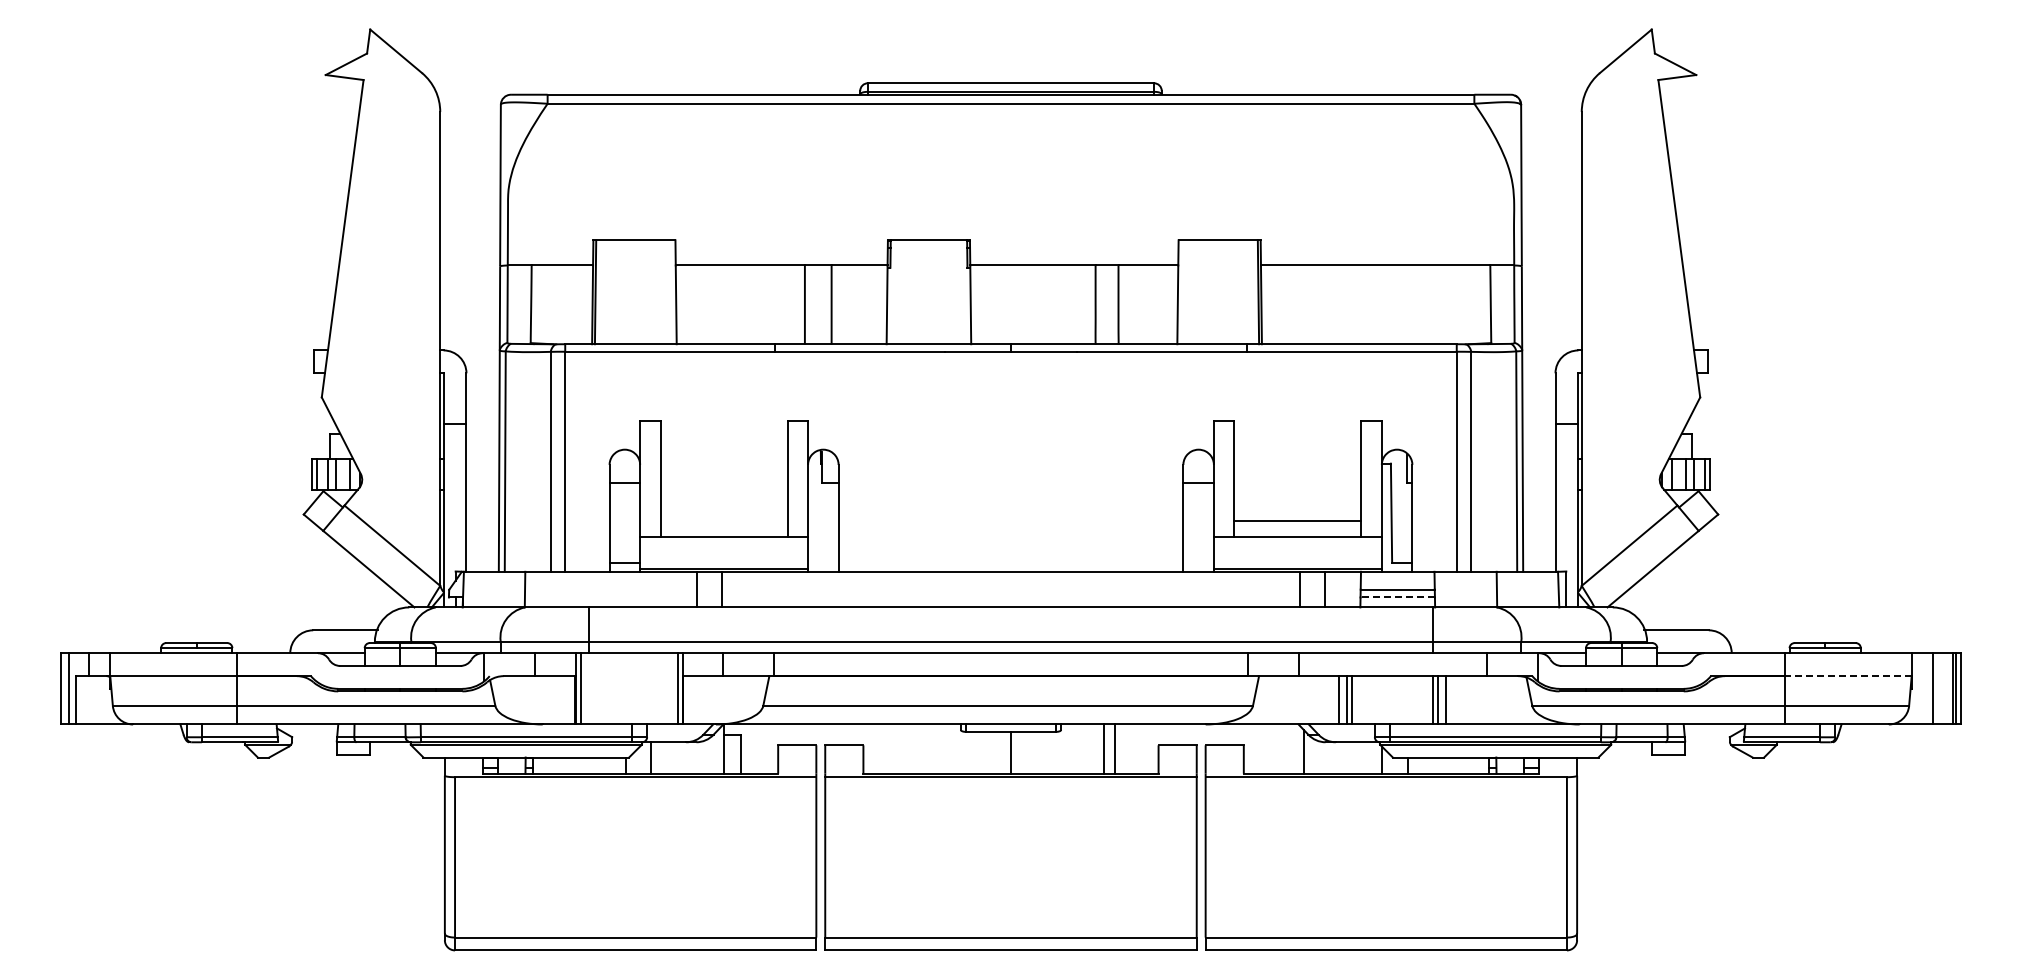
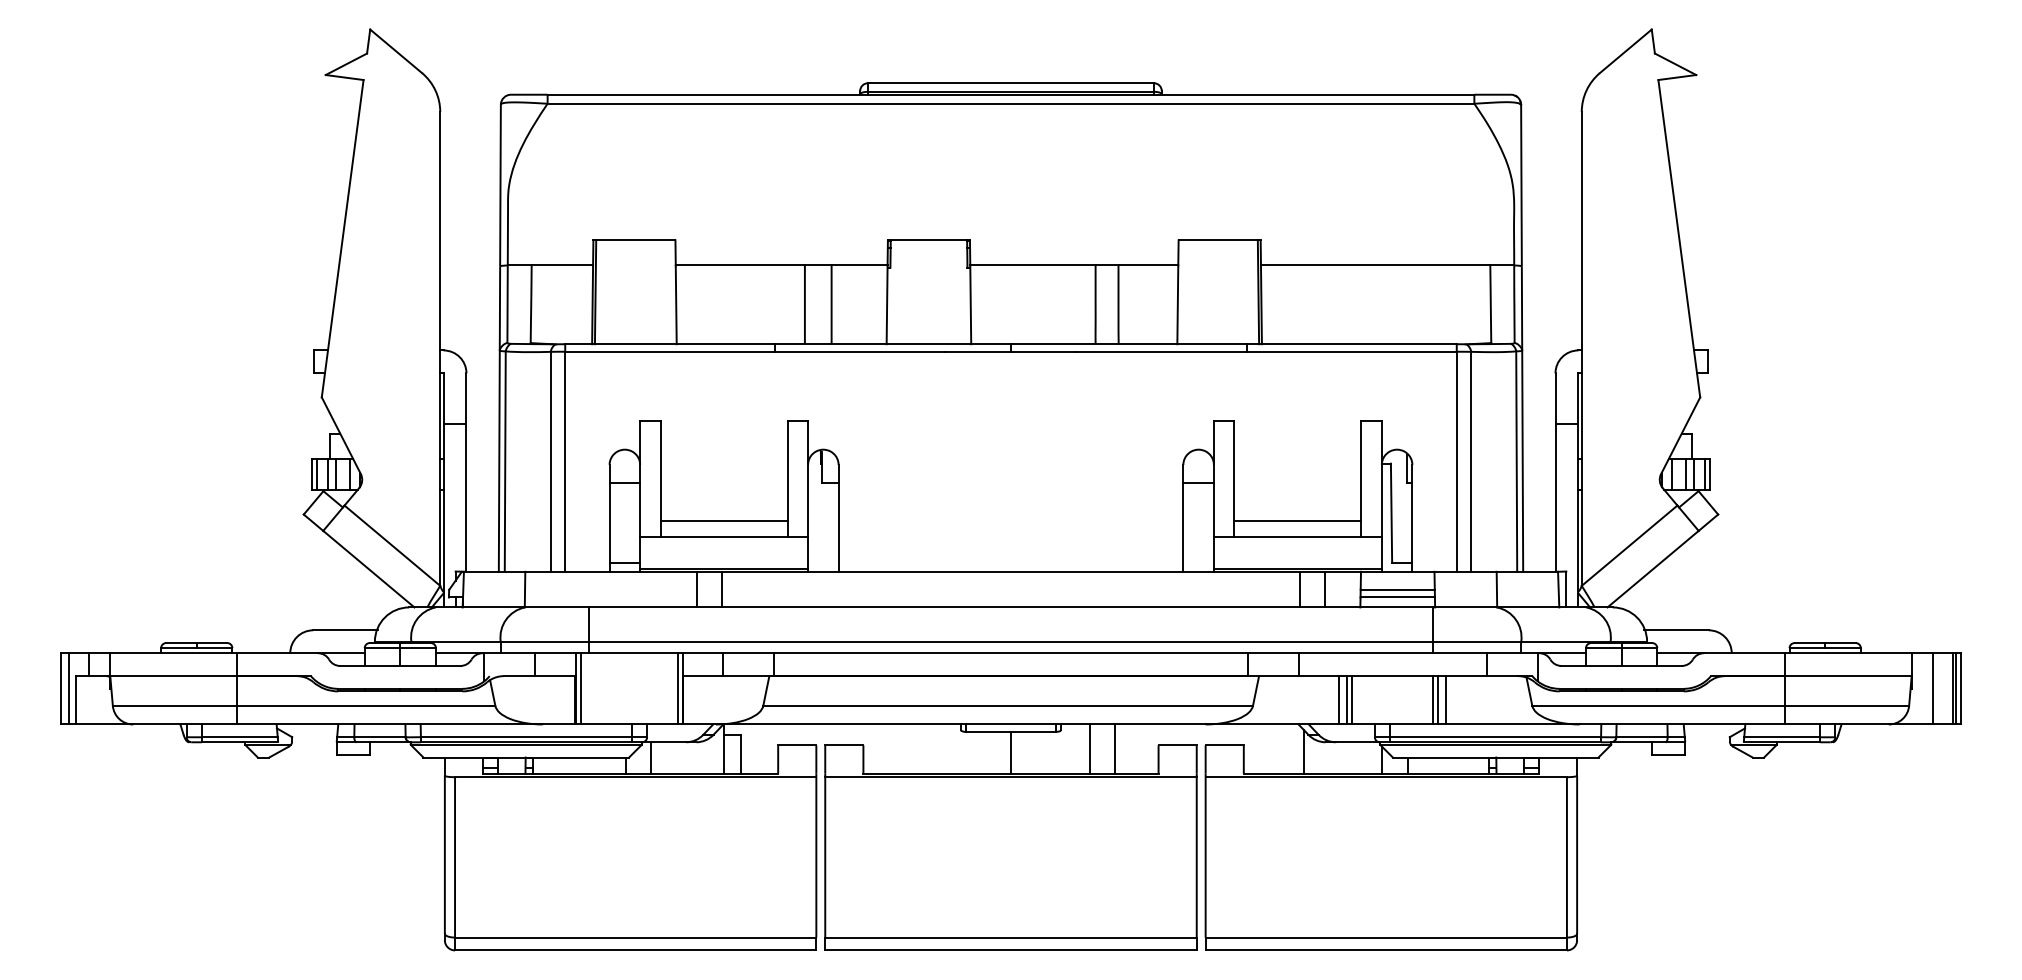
line at (723, 520): none -> present
line at (1397, 597): dashed -> solid
line at (1847, 676): dashed -> solid
line at (1103, 748) position: (1103, 748) -> (1089, 748)
